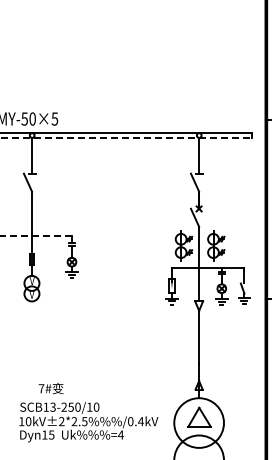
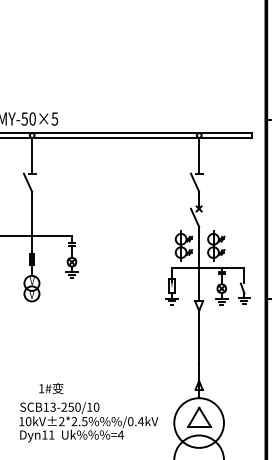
line at (126, 138): dashed -> solid
line at (36, 236): dashed -> solid
text at (41, 388): 7# -> 1#
text at (51, 434): Dyn15 -> Dyn11
